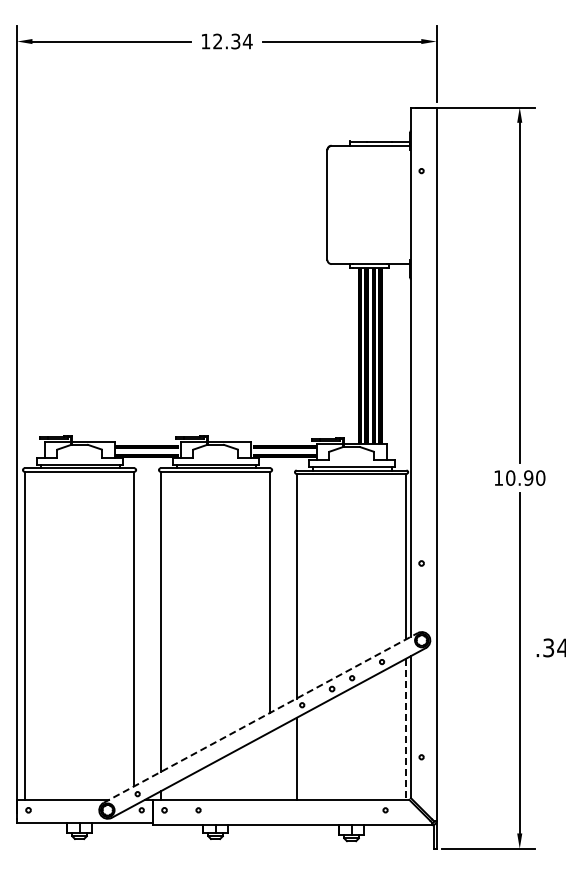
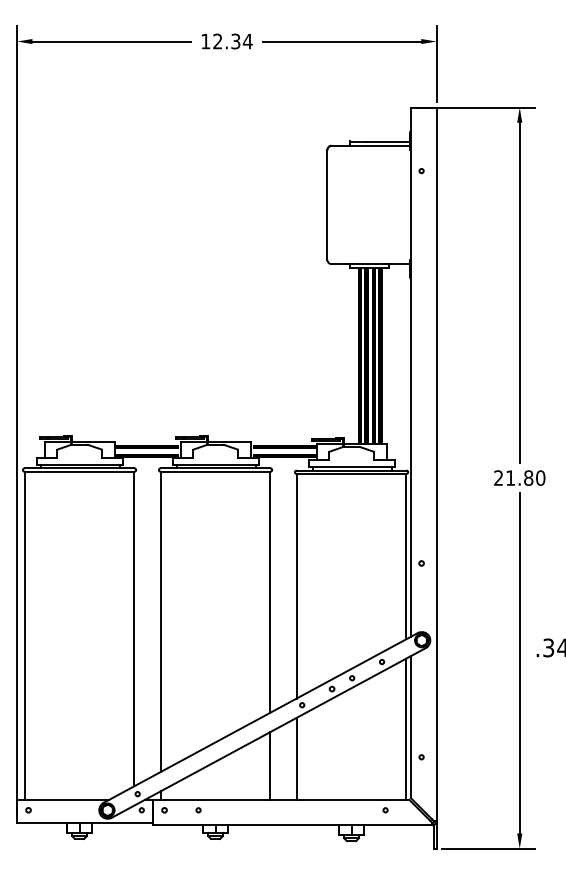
text at (513, 477): 10.90 -> 21.80
line at (260, 717): dashed -> solid
line at (406, 729): dashed -> solid
line at (270, 765): none -> present
